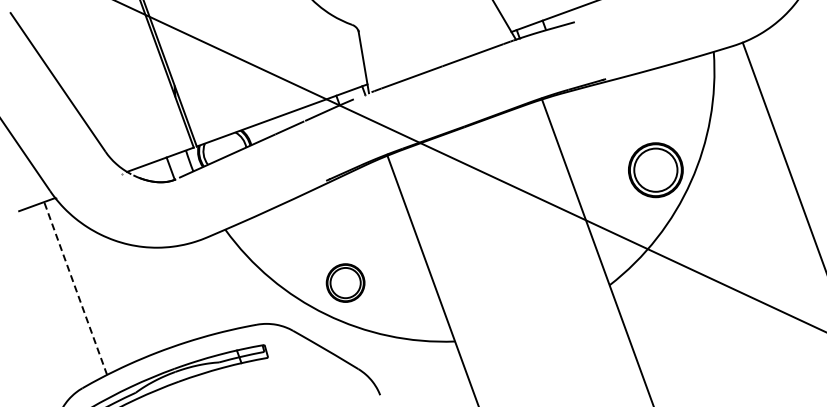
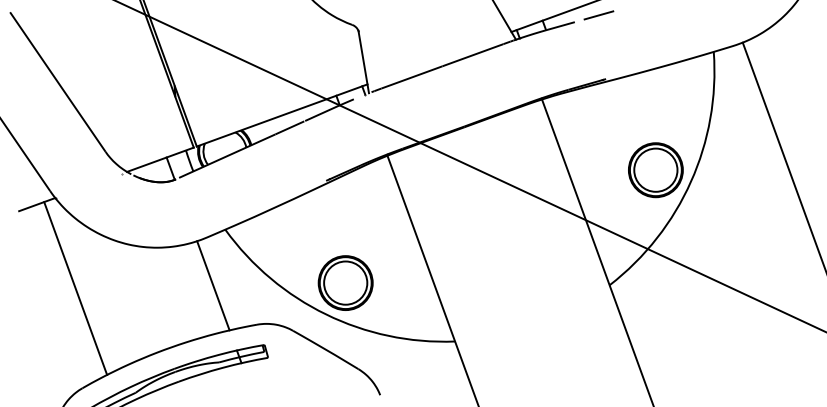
line at (598, 15): none -> present
part at (345, 282) size: 41x40 px -> 57x56 px
line at (213, 285): none -> present
line at (75, 288): dashed -> solid
